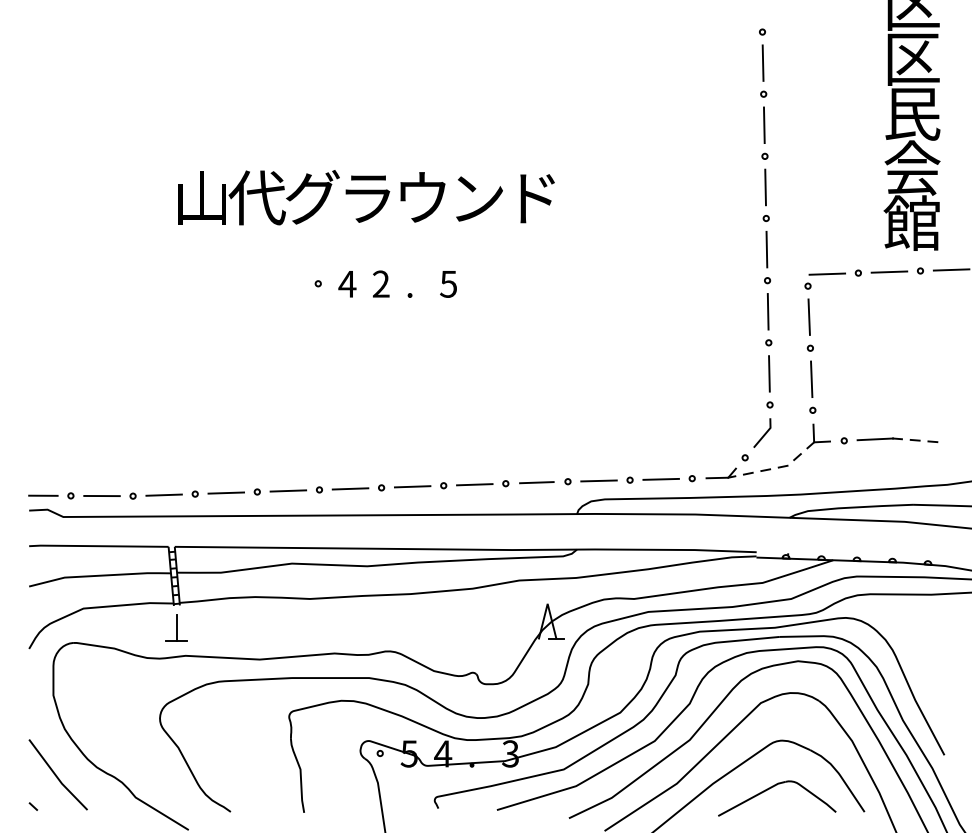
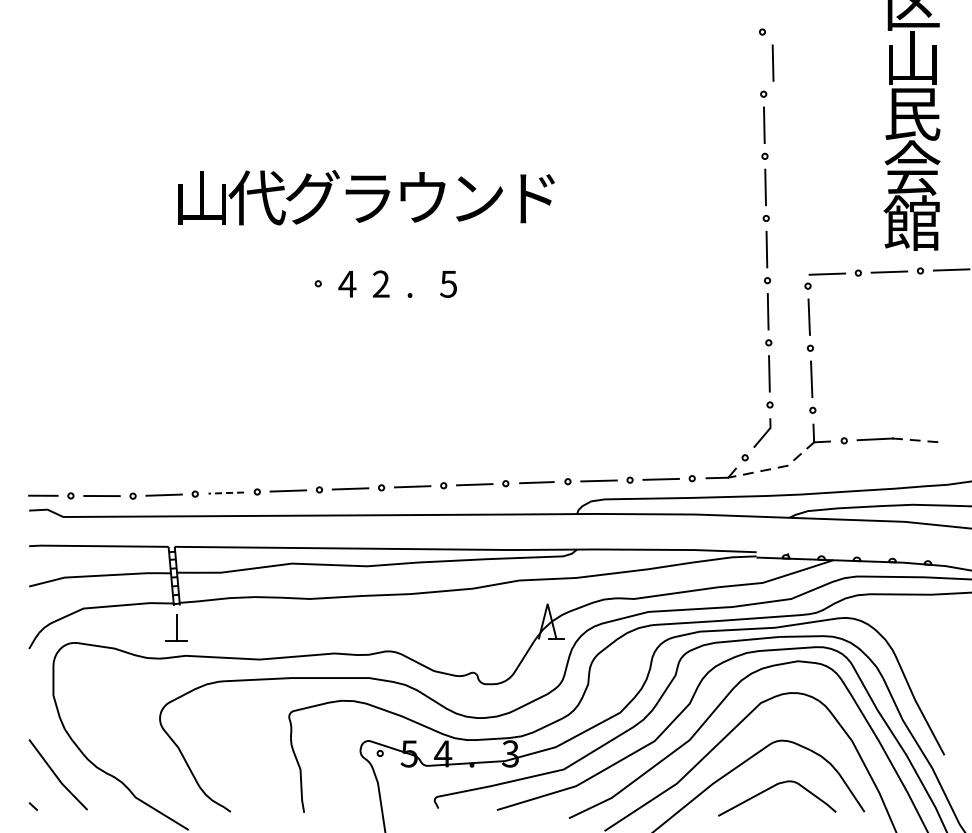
text at (913, 58): 区 -> 山
line at (762, 62) position: (762, 62) -> (772, 62)
line at (226, 493): solid -> dashed
